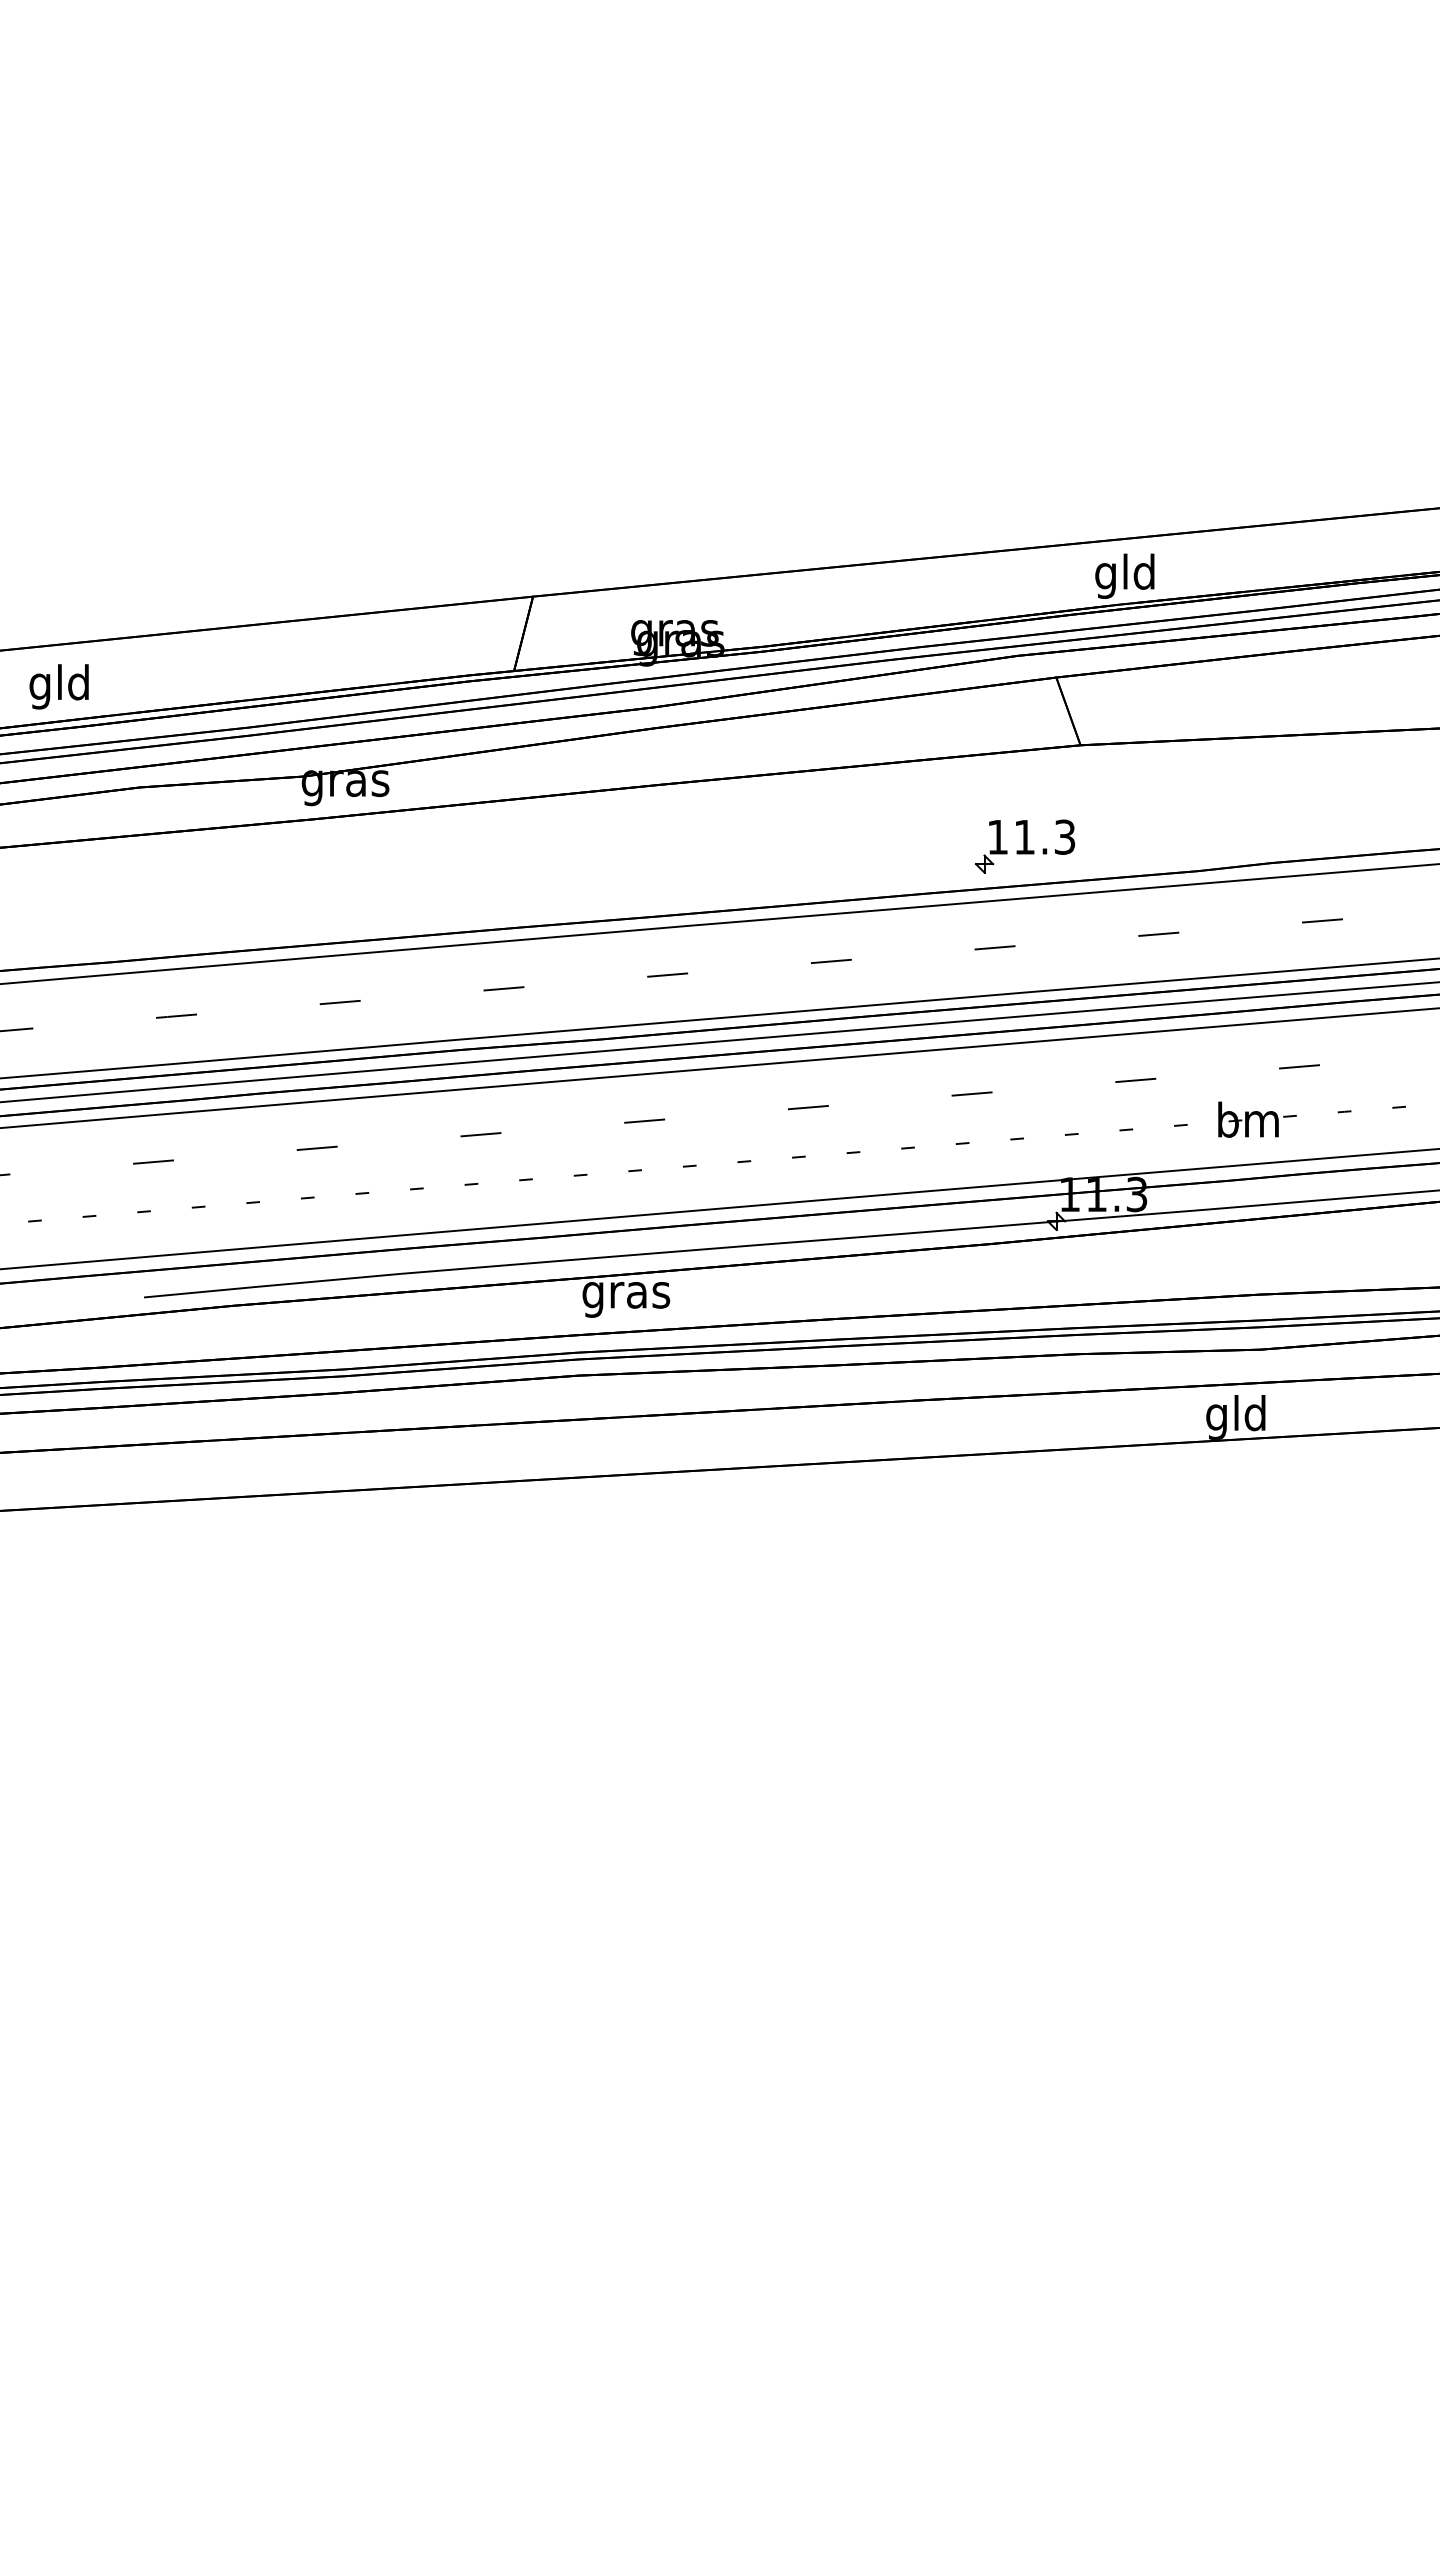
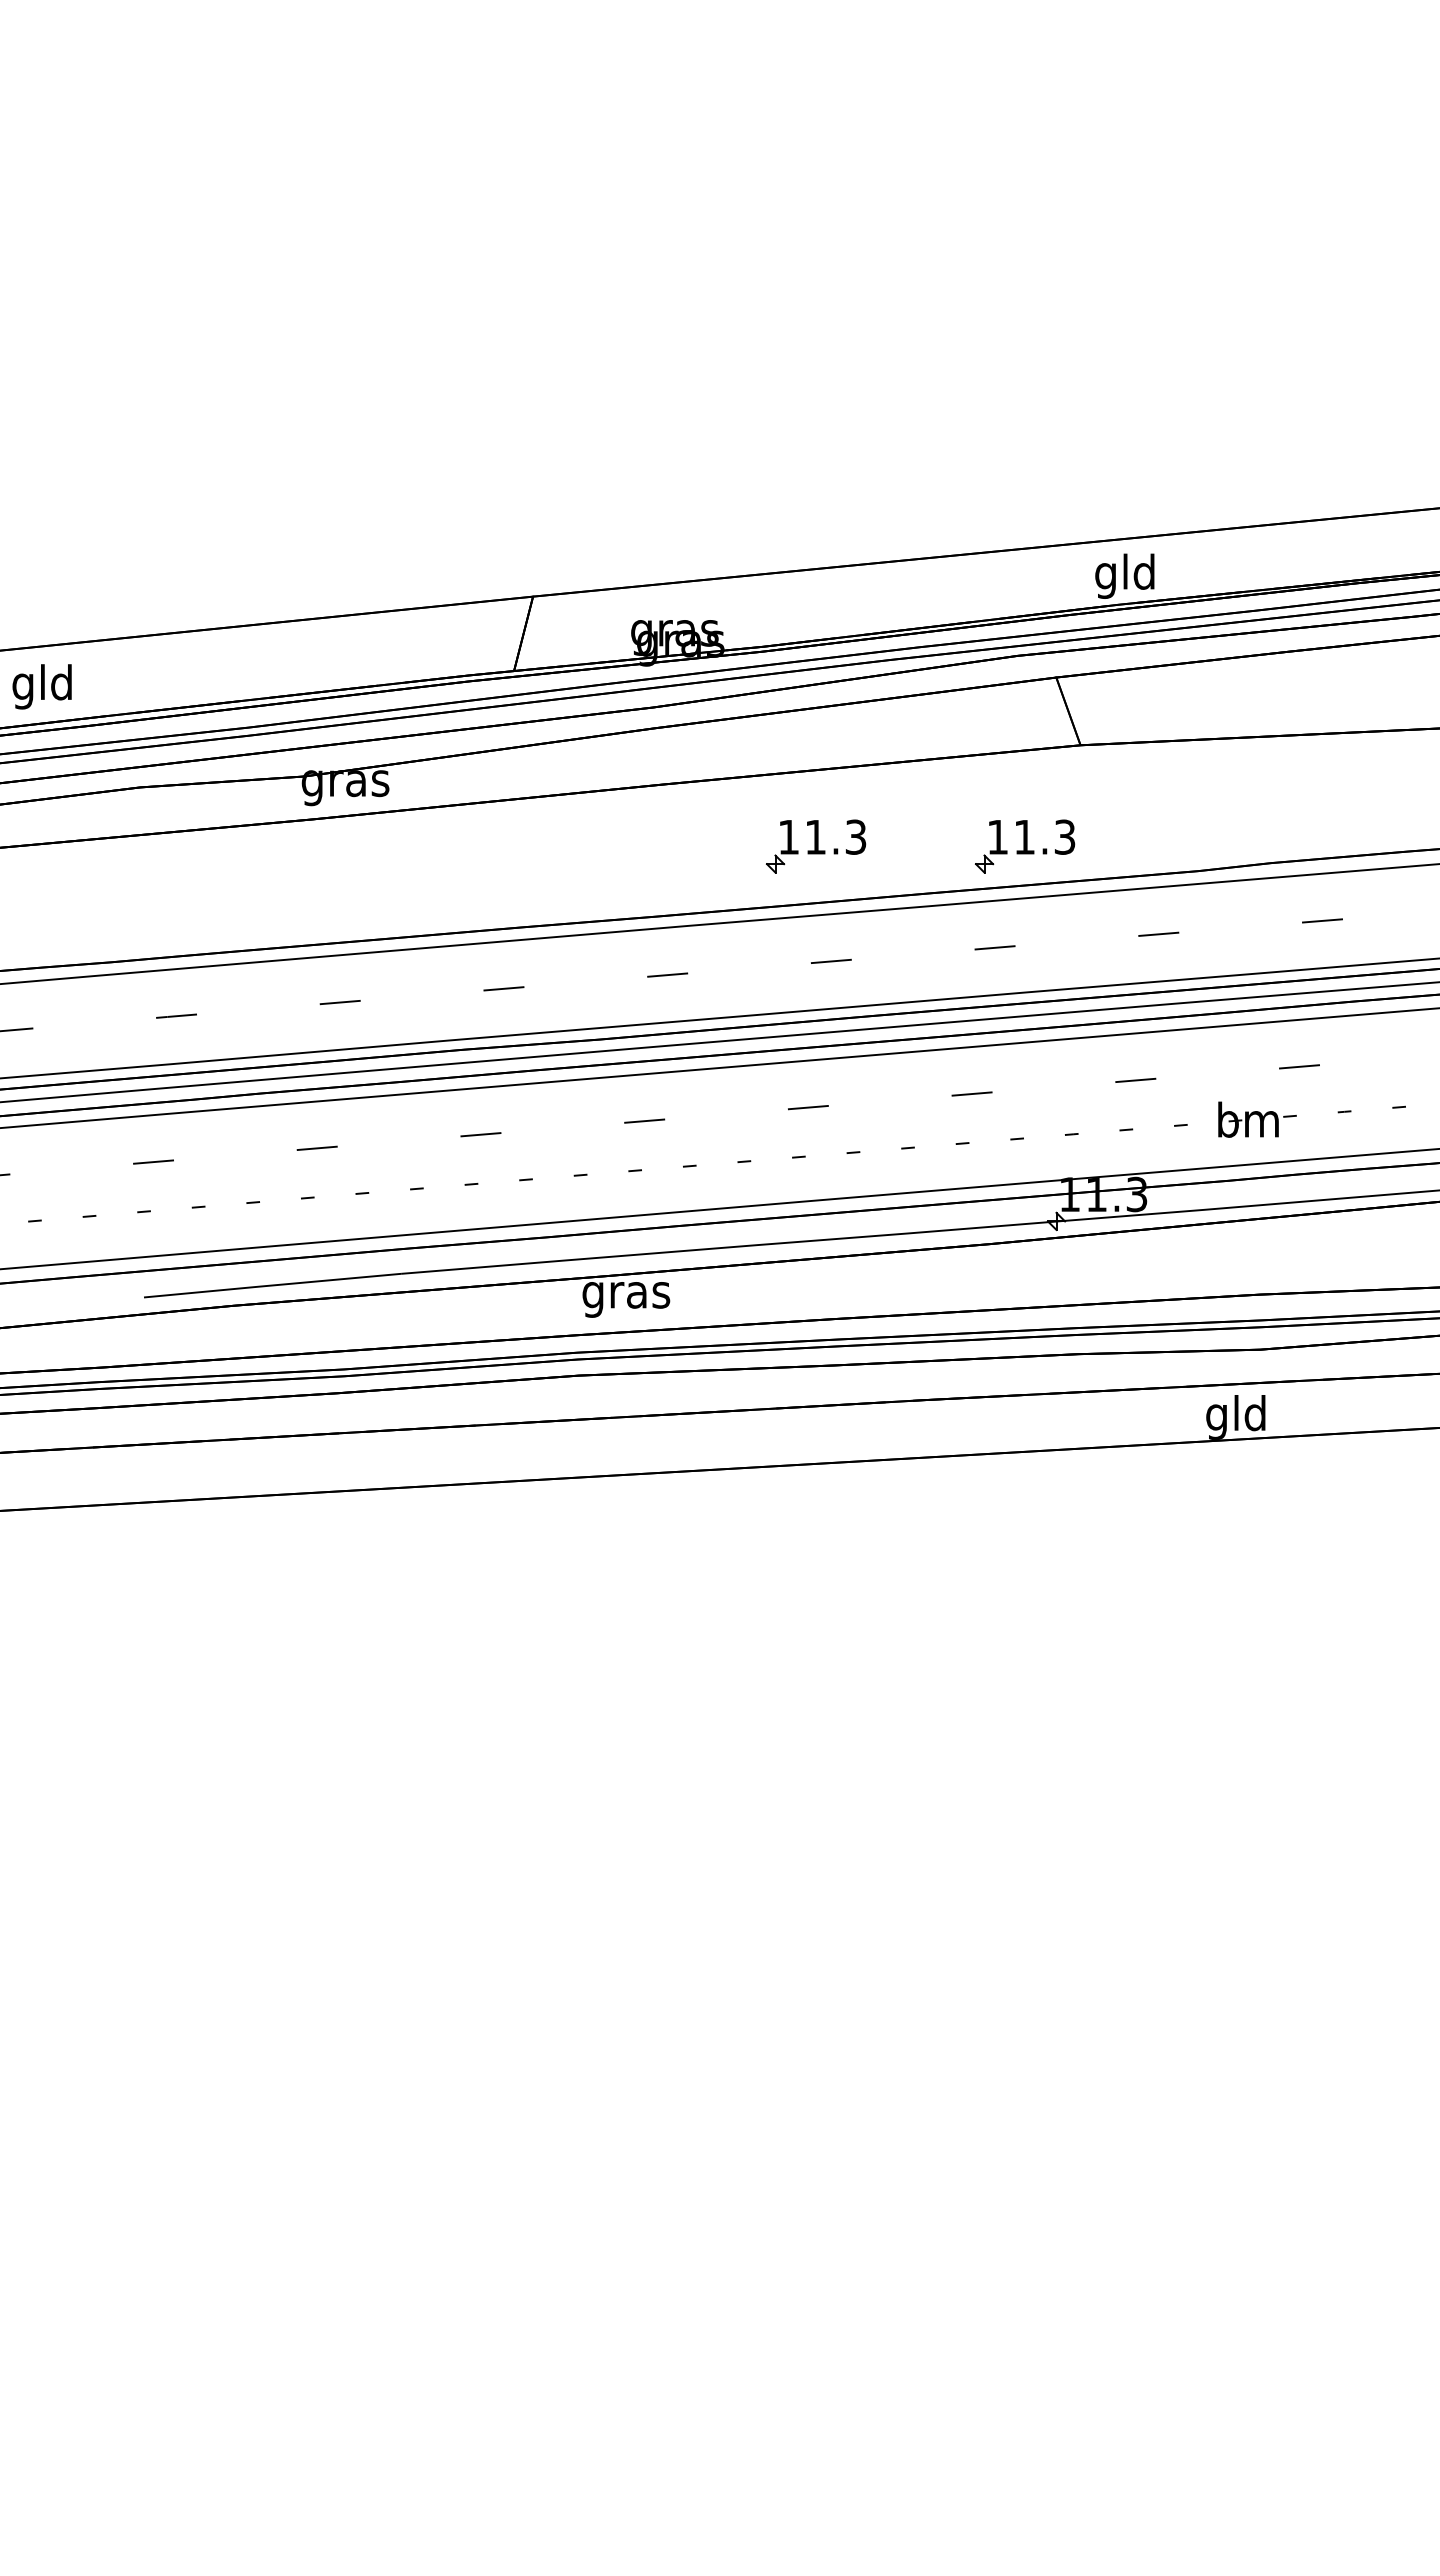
text at (58, 686) position: (58, 686) -> (41, 686)
part at (816, 846): none -> present
